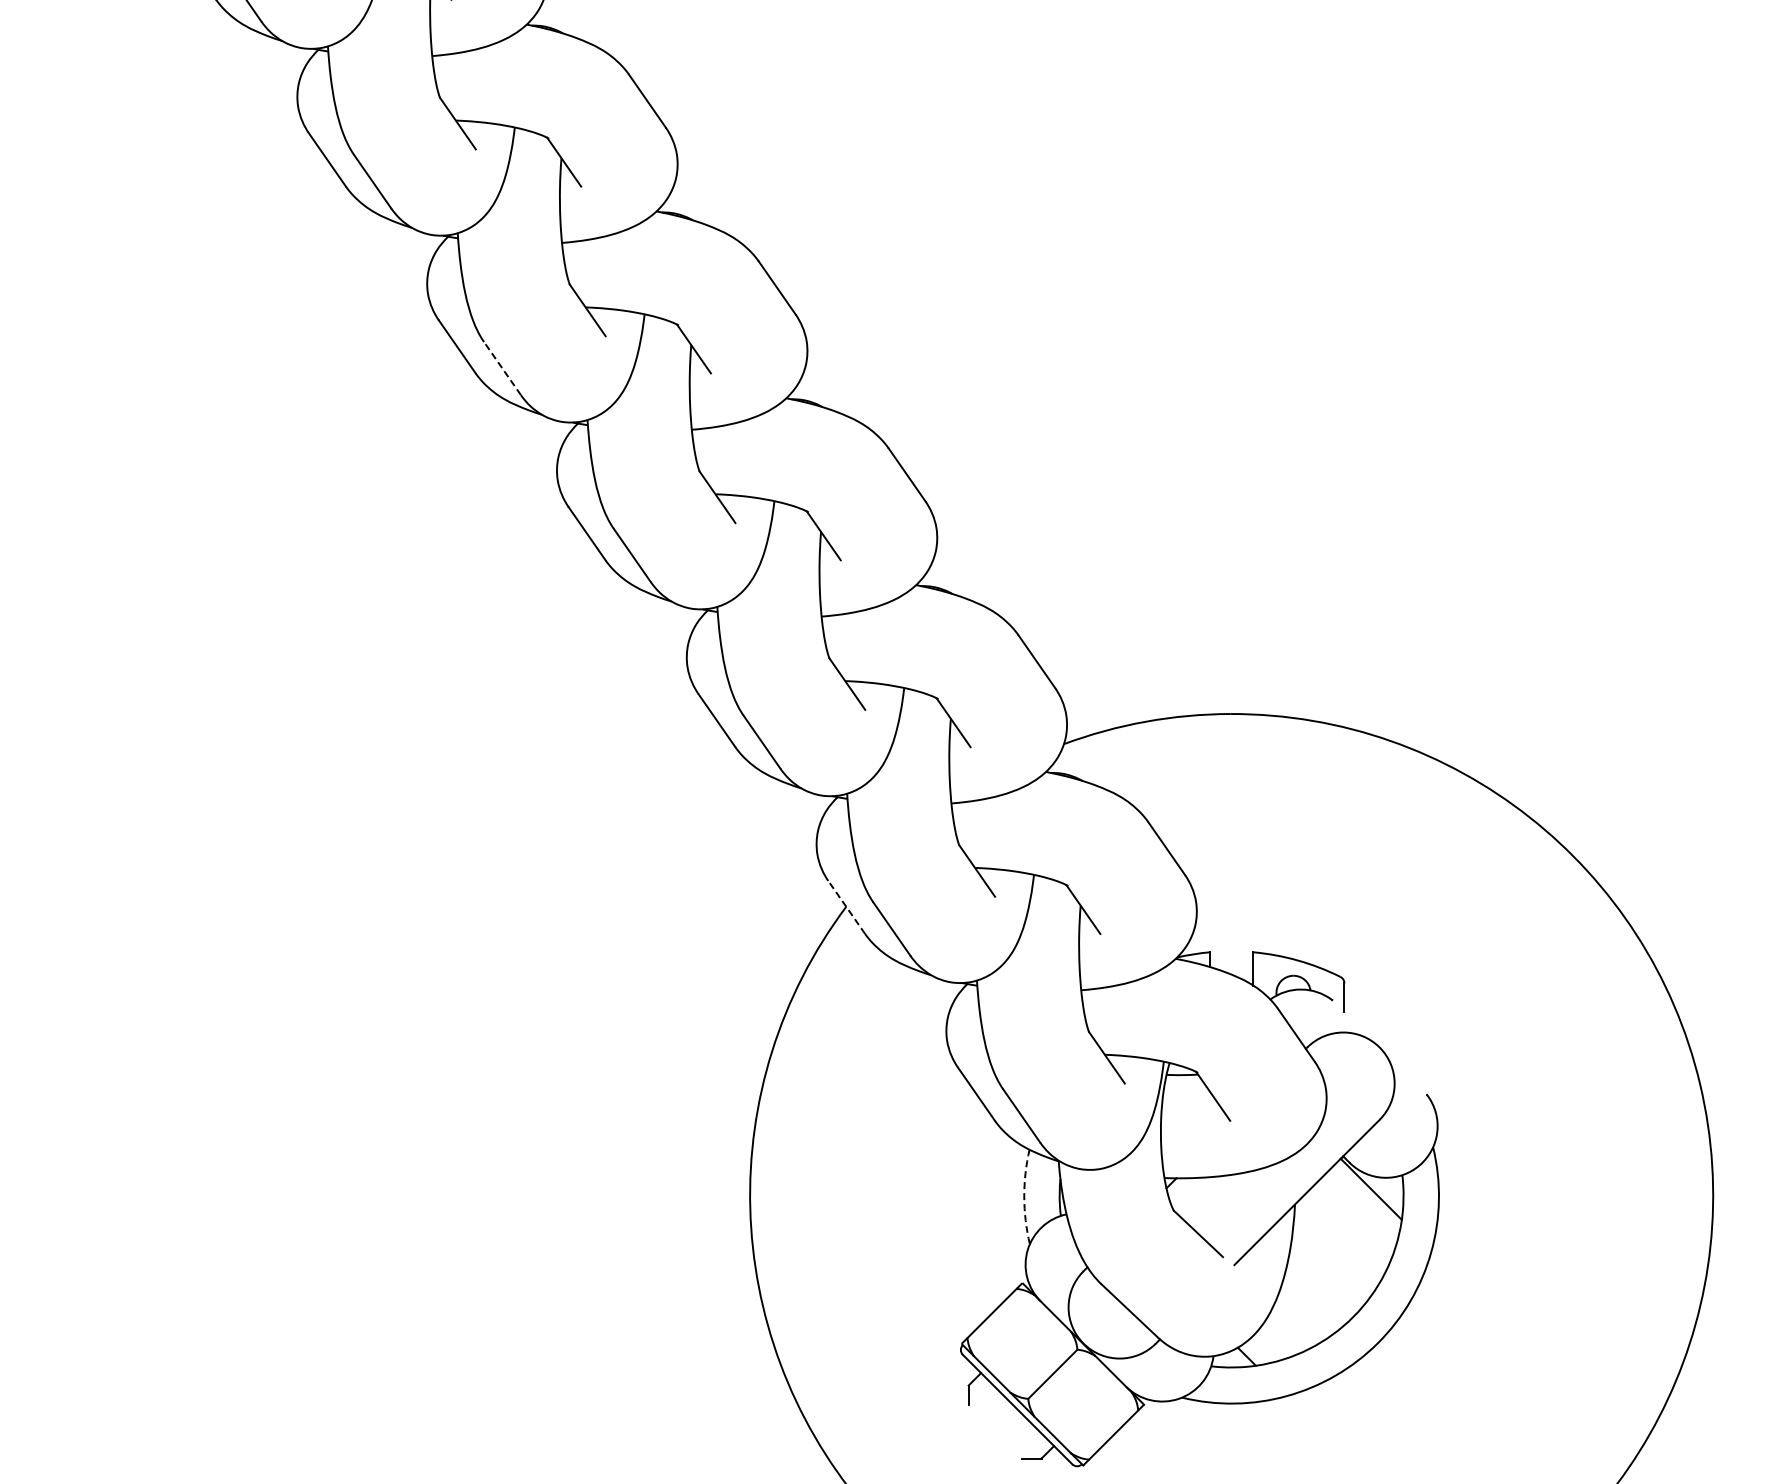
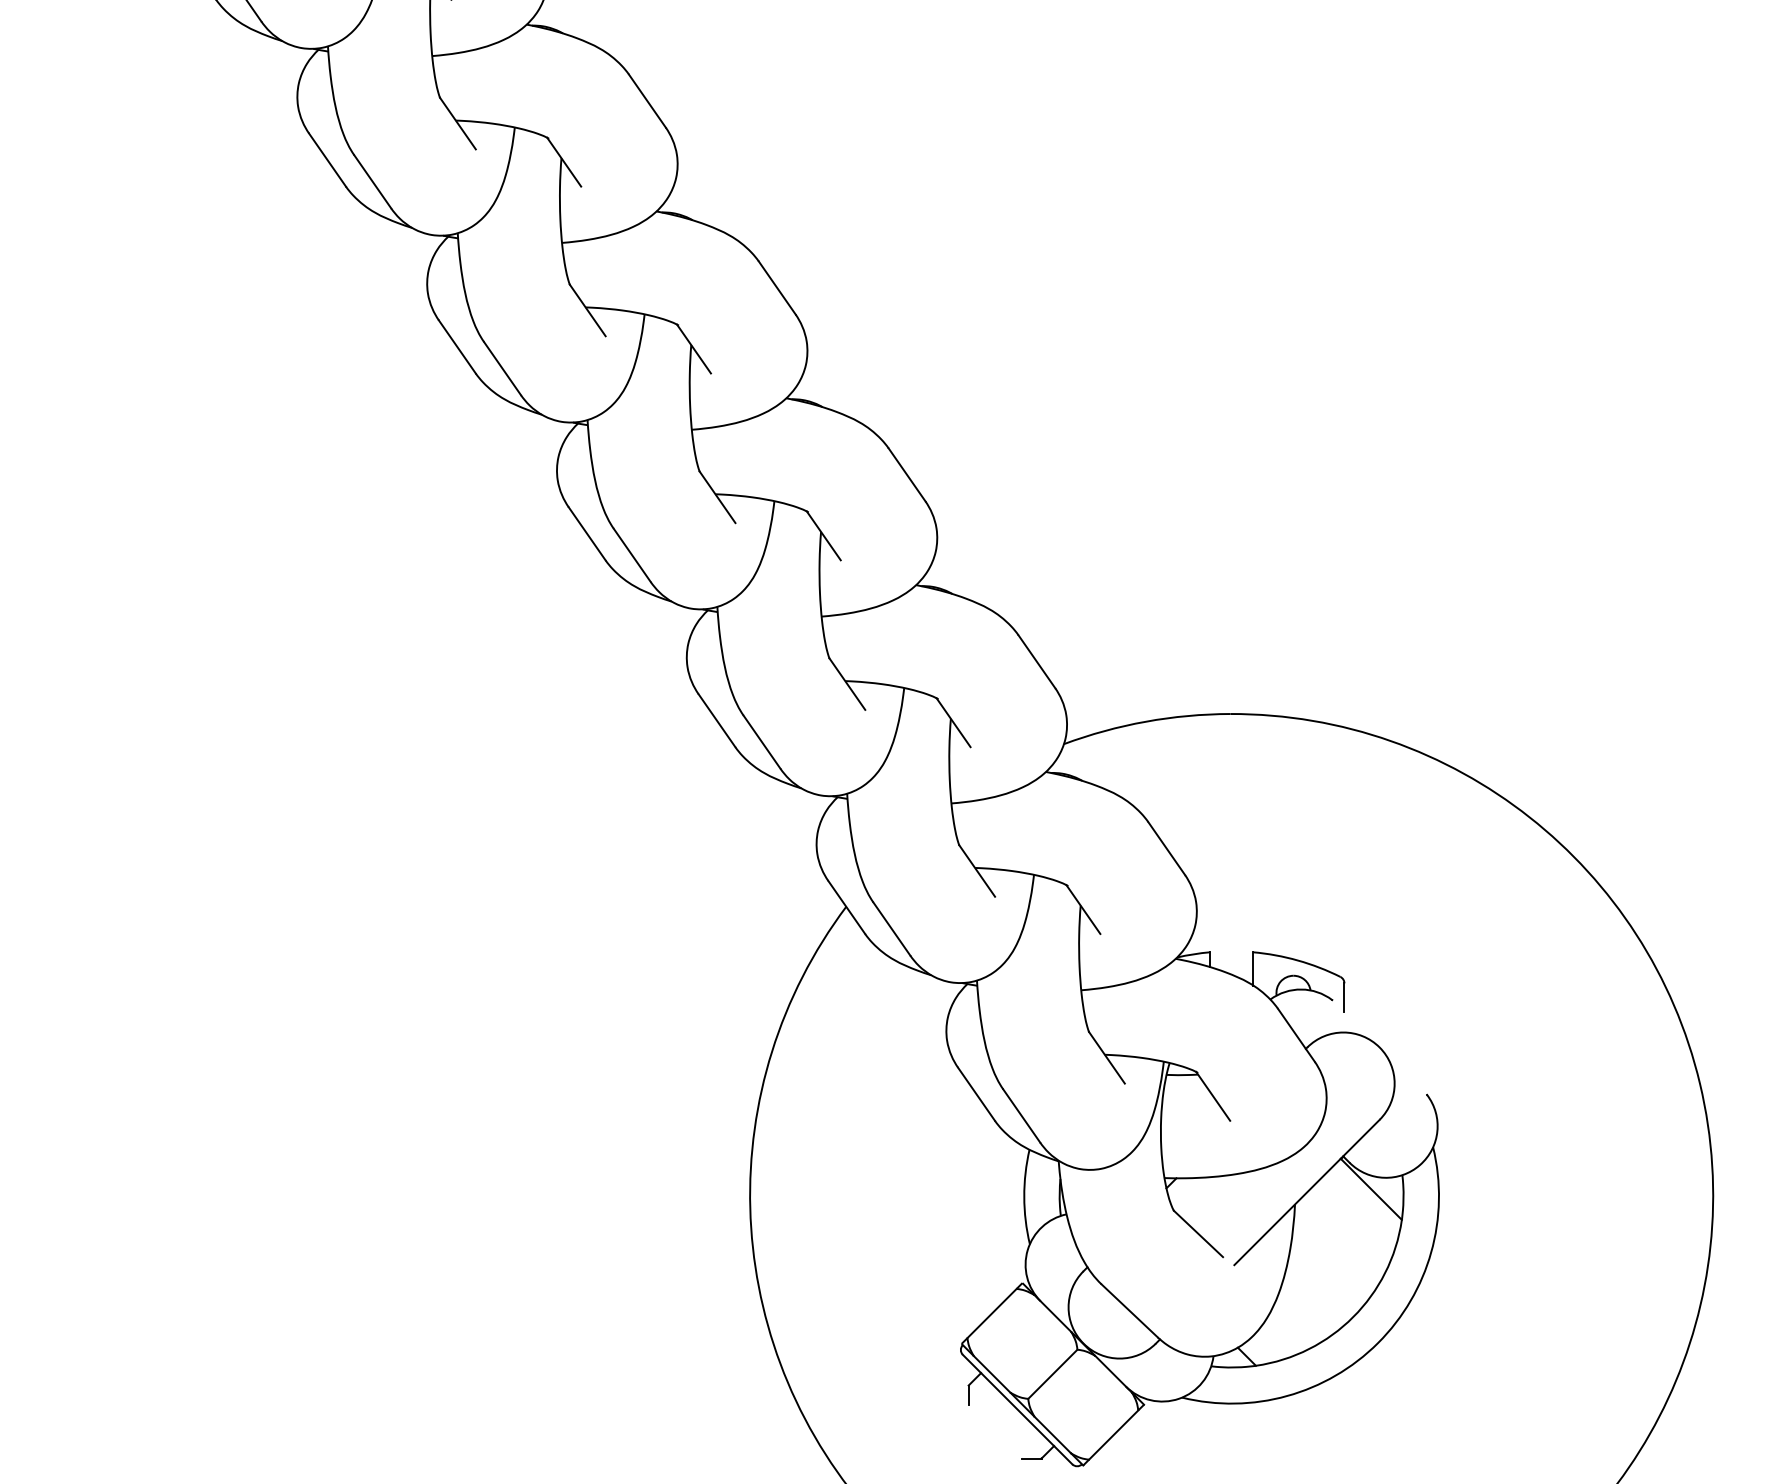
line at (502, 368): dashed -> solid
line at (846, 907): dashed -> solid
arc at (1024, 1196): dashed -> solid
